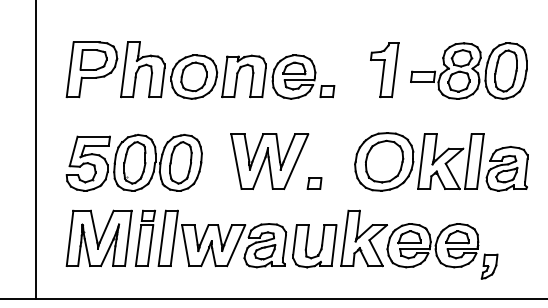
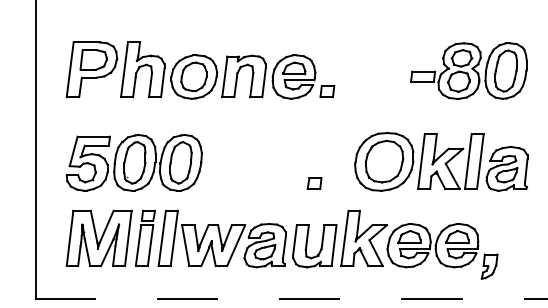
part at (384, 70): present -> none
part at (269, 161): present -> none
line at (274, 298): solid -> dashed
